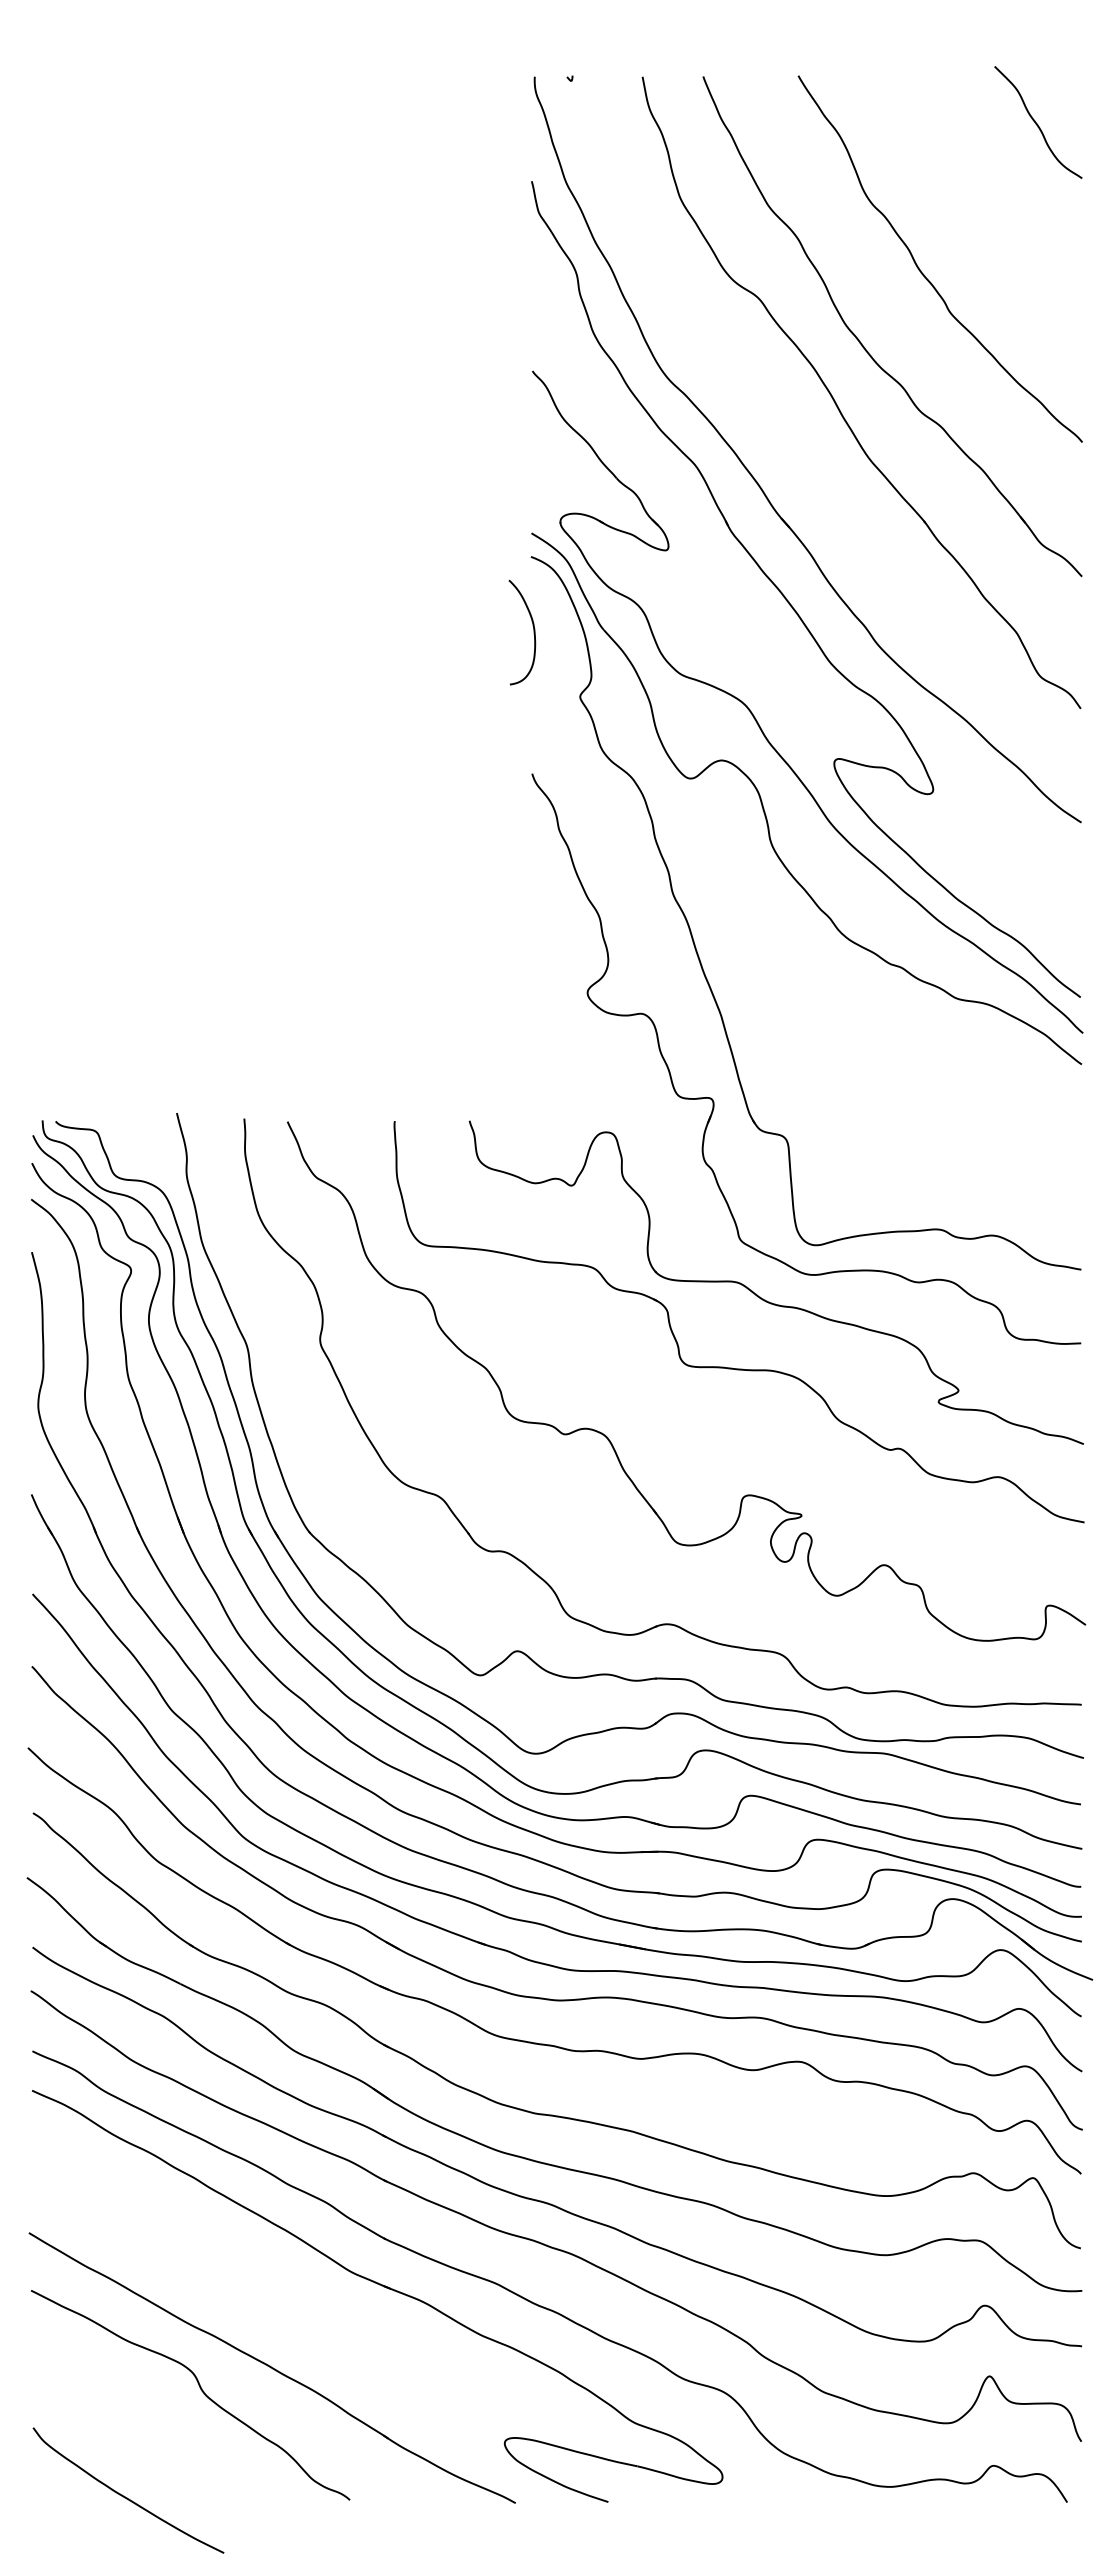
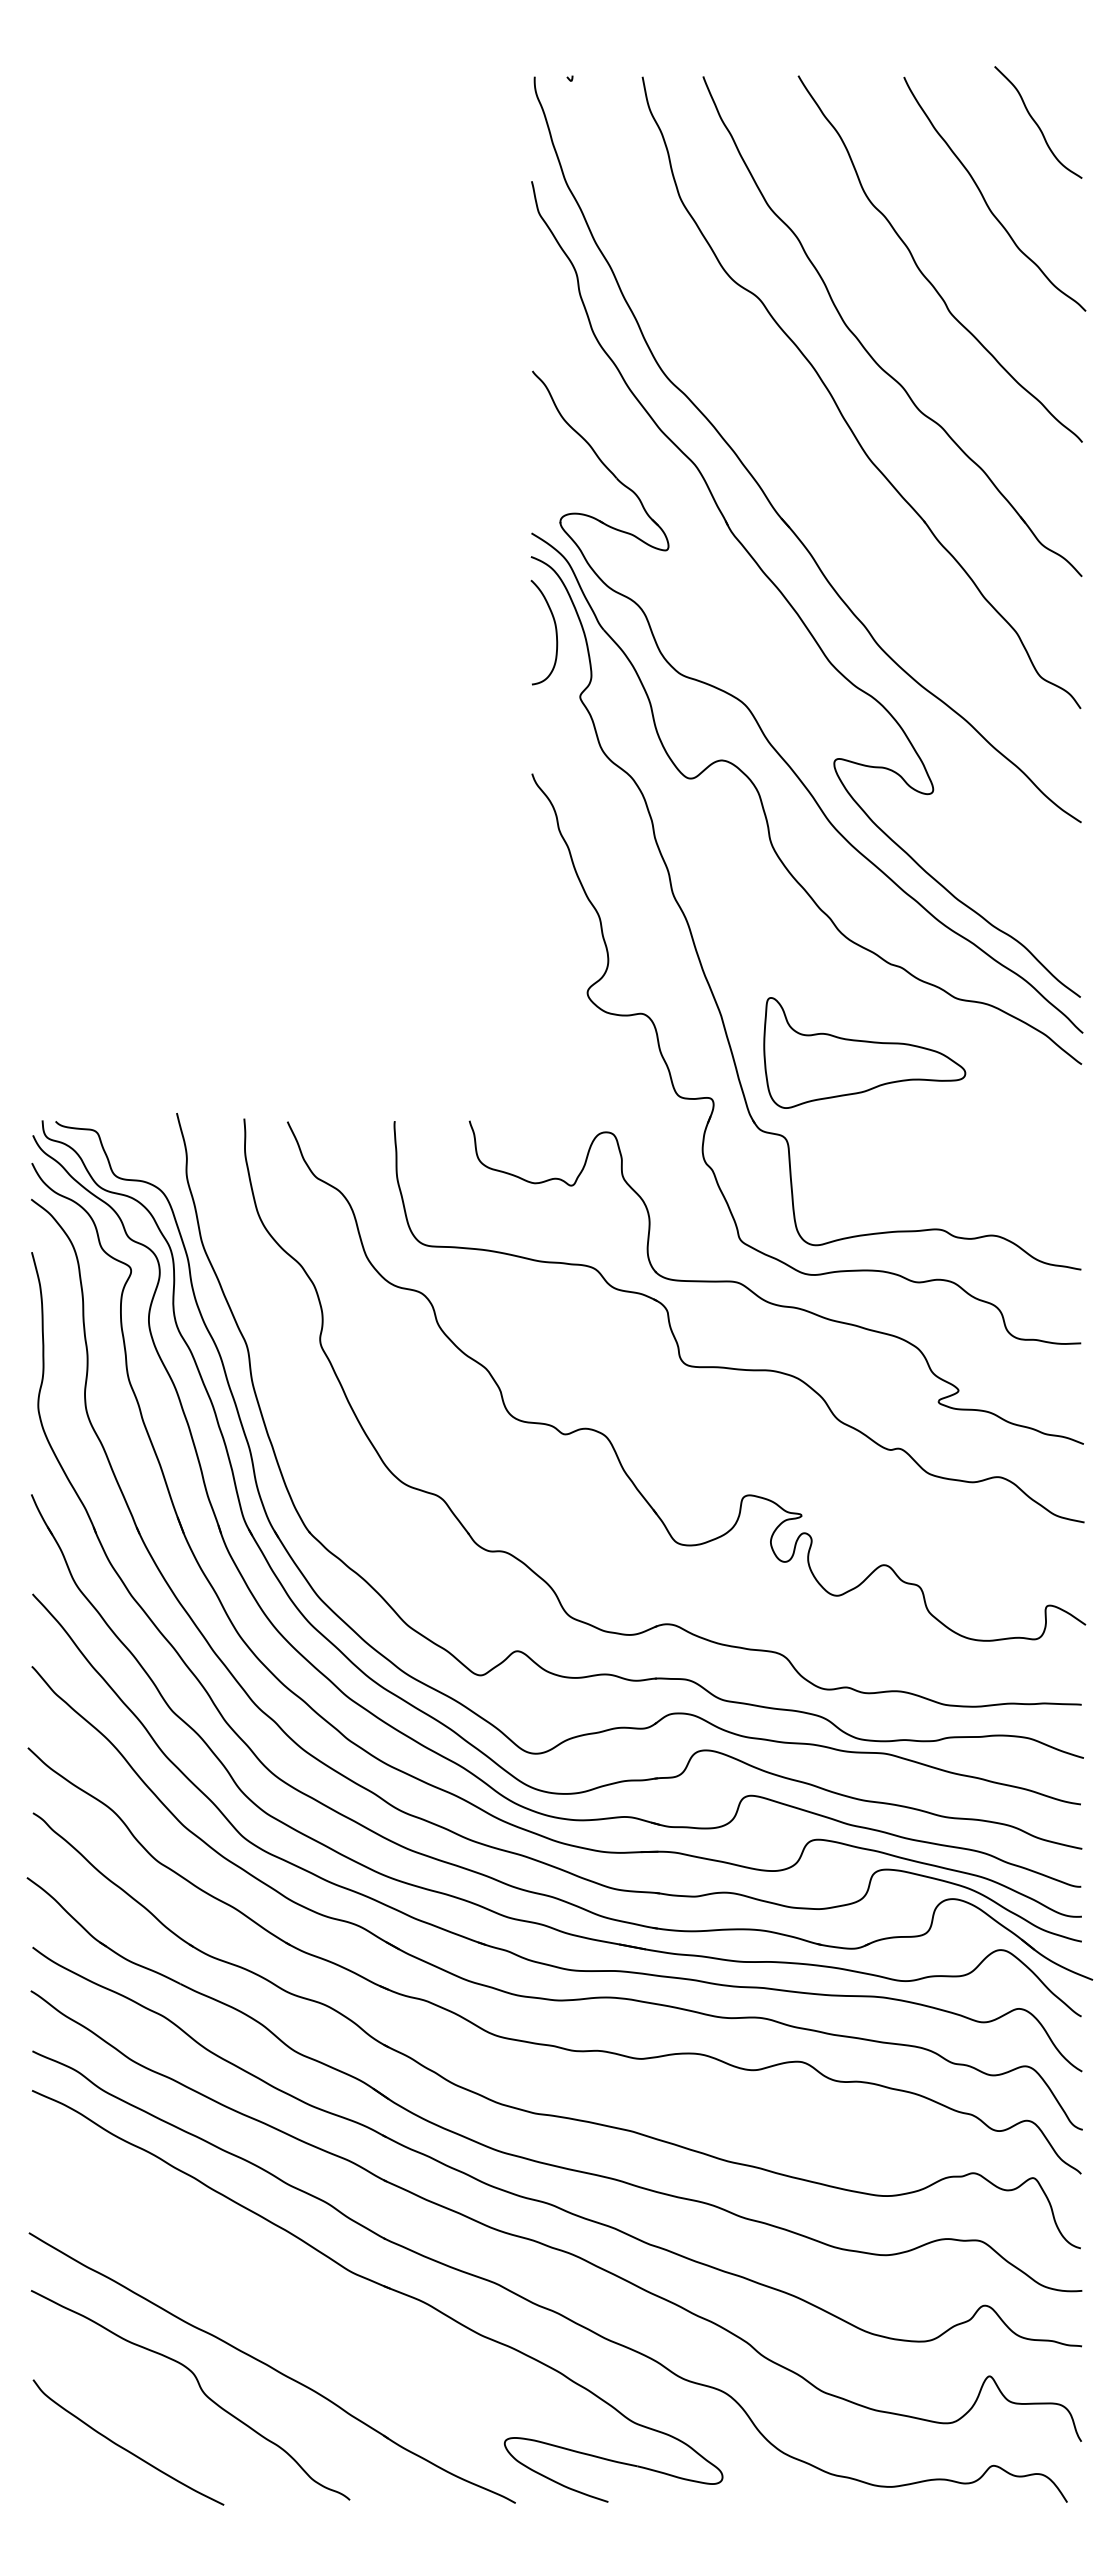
curve at (984, 197): none -> present
curve at (533, 632) position: (533, 632) -> (555, 632)
part at (864, 1052): none -> present
curve at (125, 2496) position: (125, 2496) -> (125, 2448)
